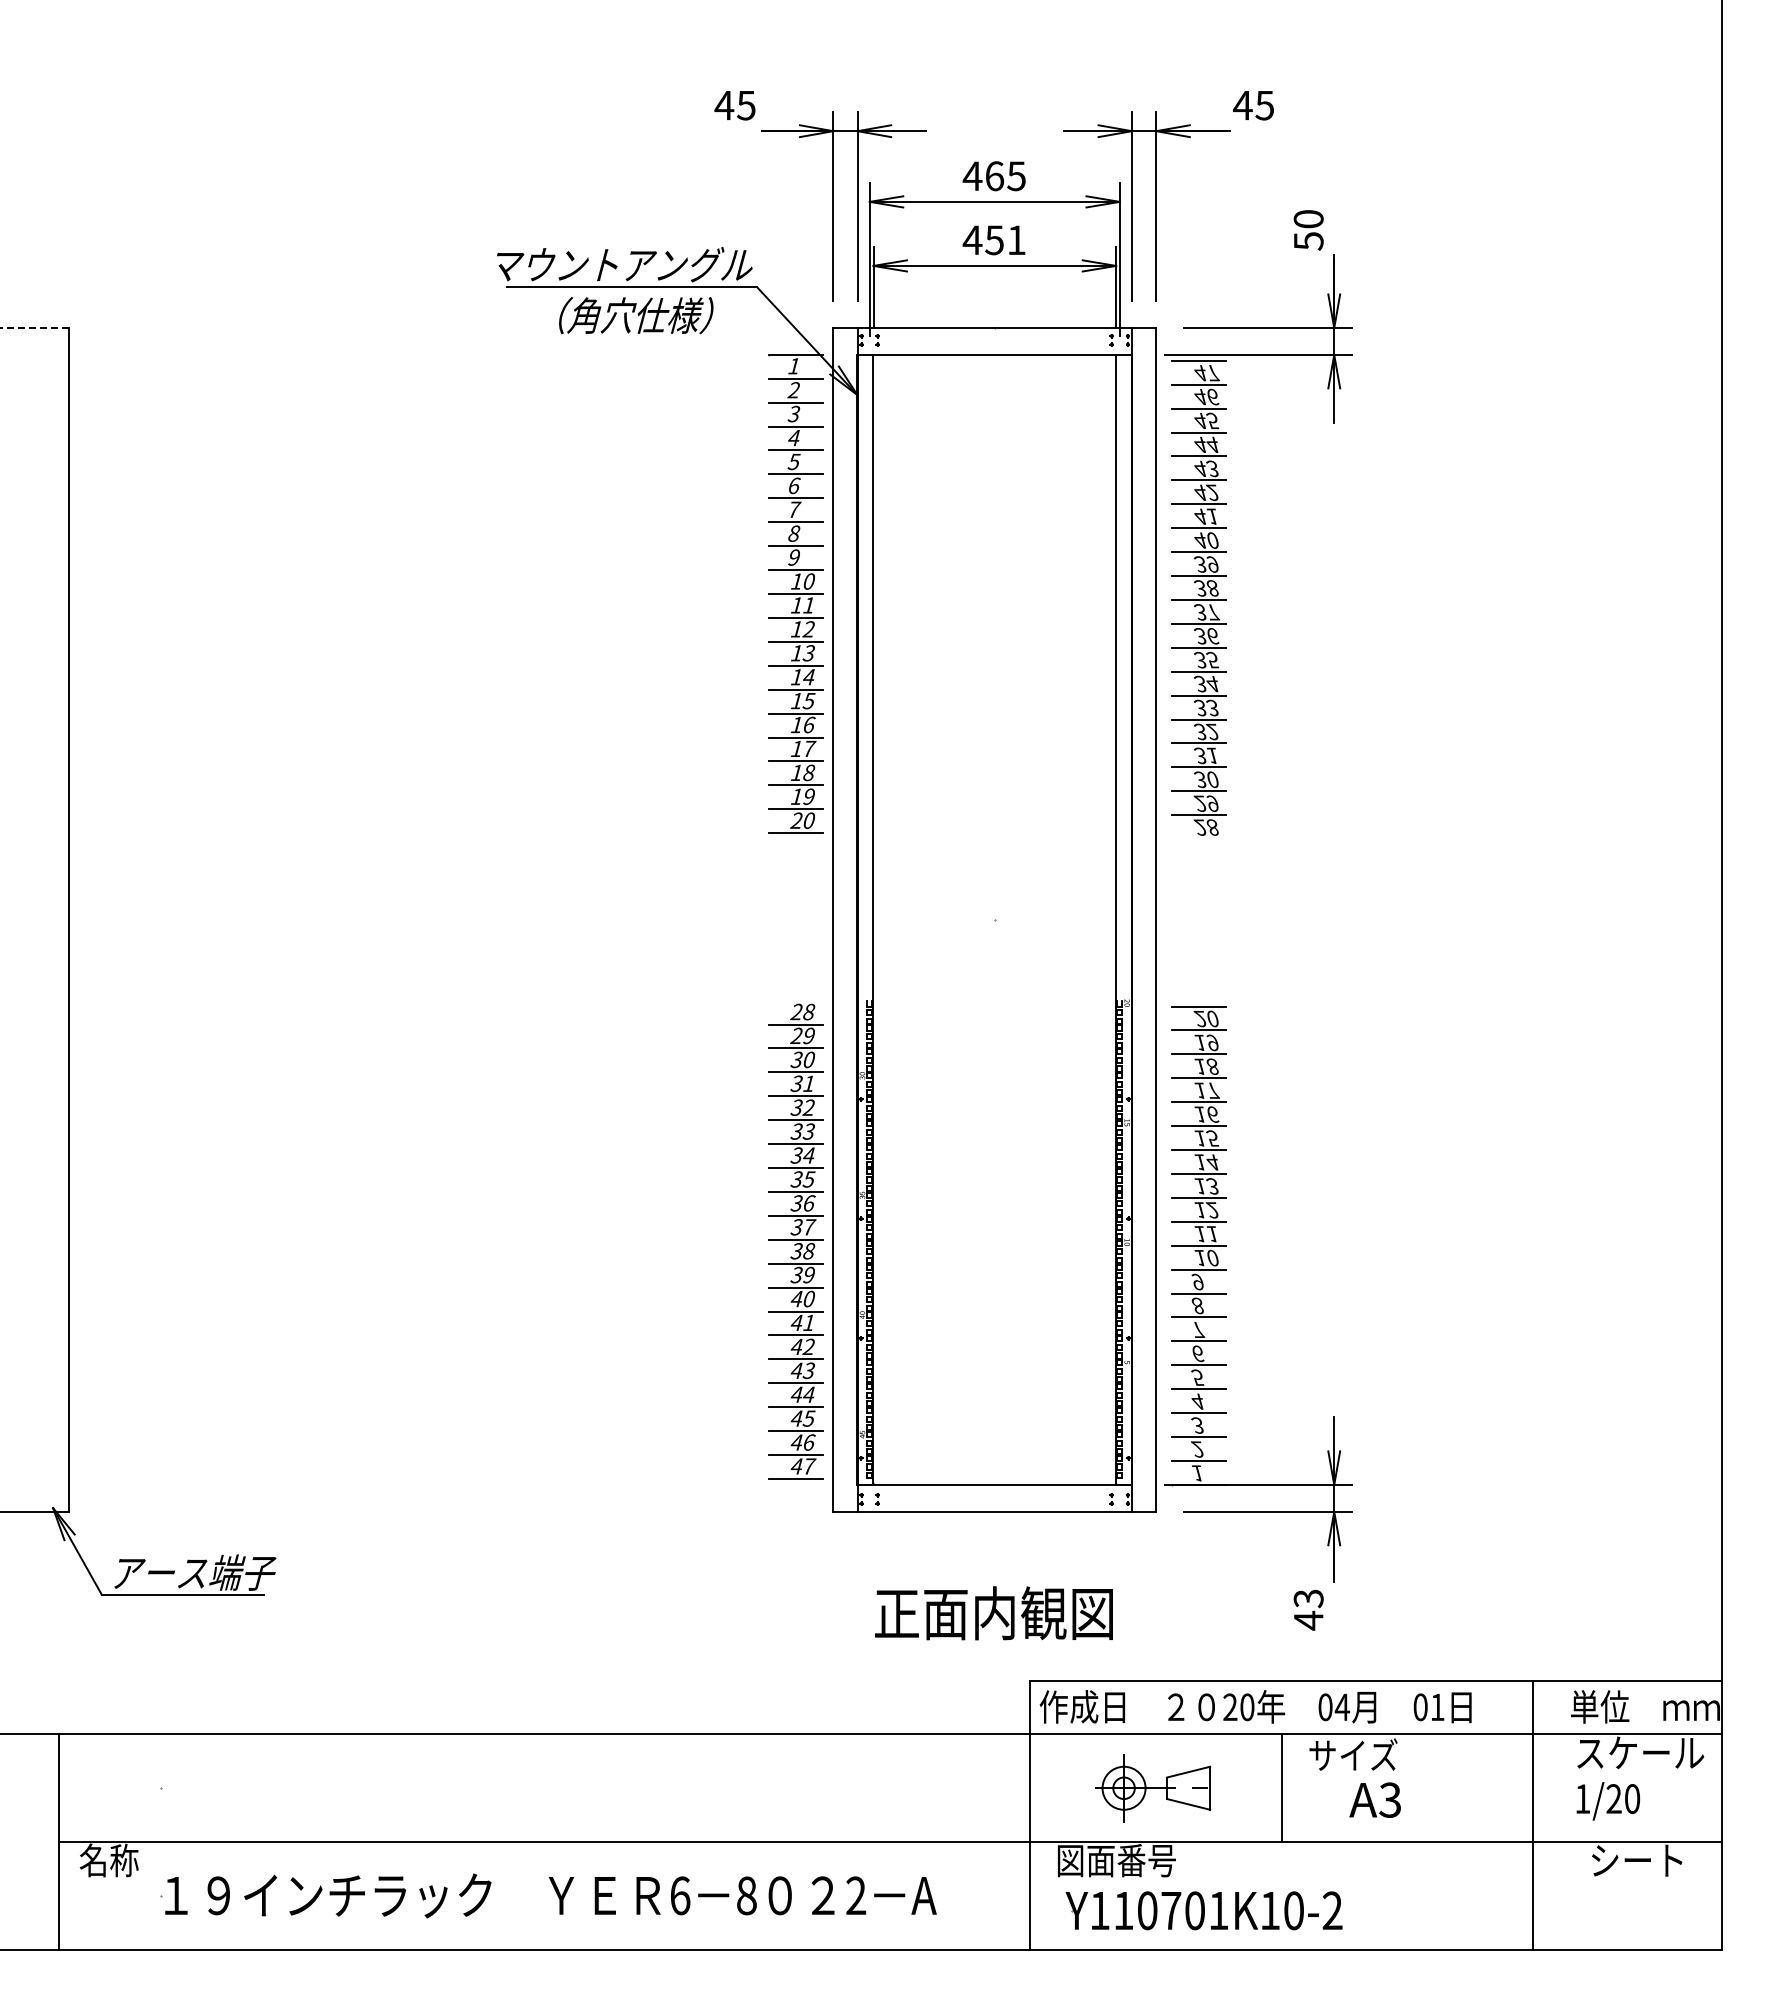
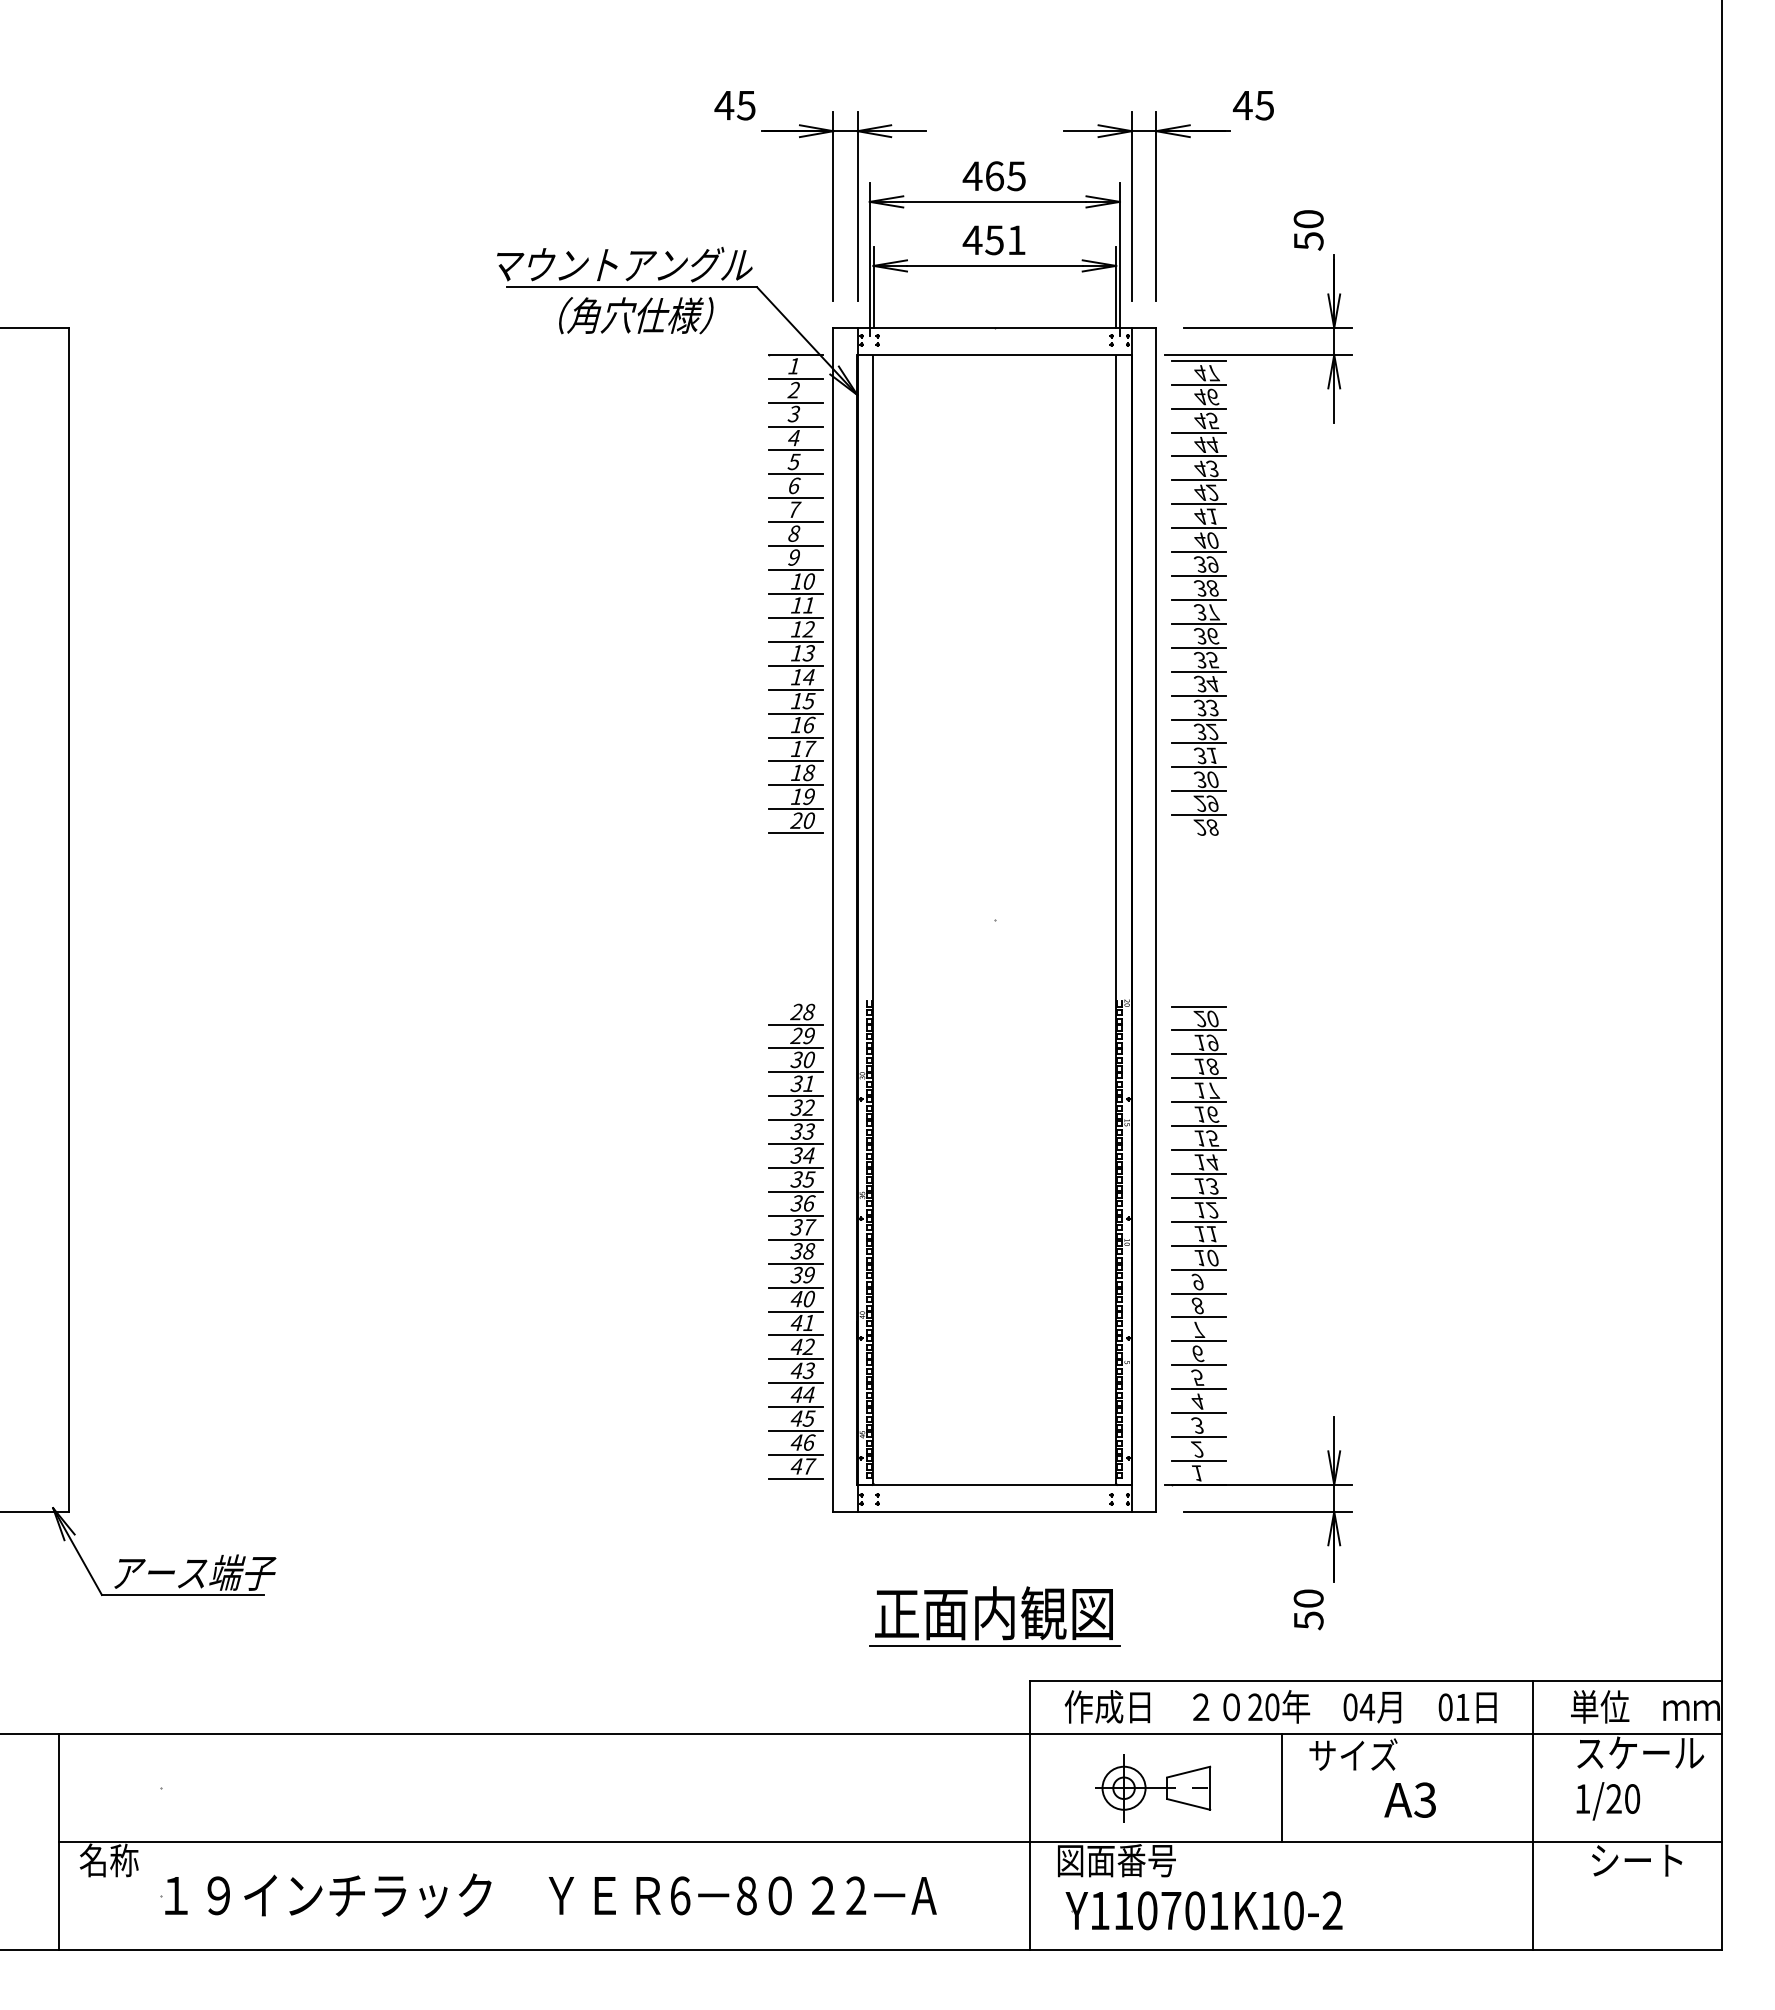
line at (34, 328): dashed -> solid
text at (1308, 1609): 43 -> 50
line at (994, 1646): none -> present
text at (1255, 1706) position: (1255, 1706) -> (1280, 1706)
text at (1374, 1799) position: (1374, 1799) -> (1409, 1799)
